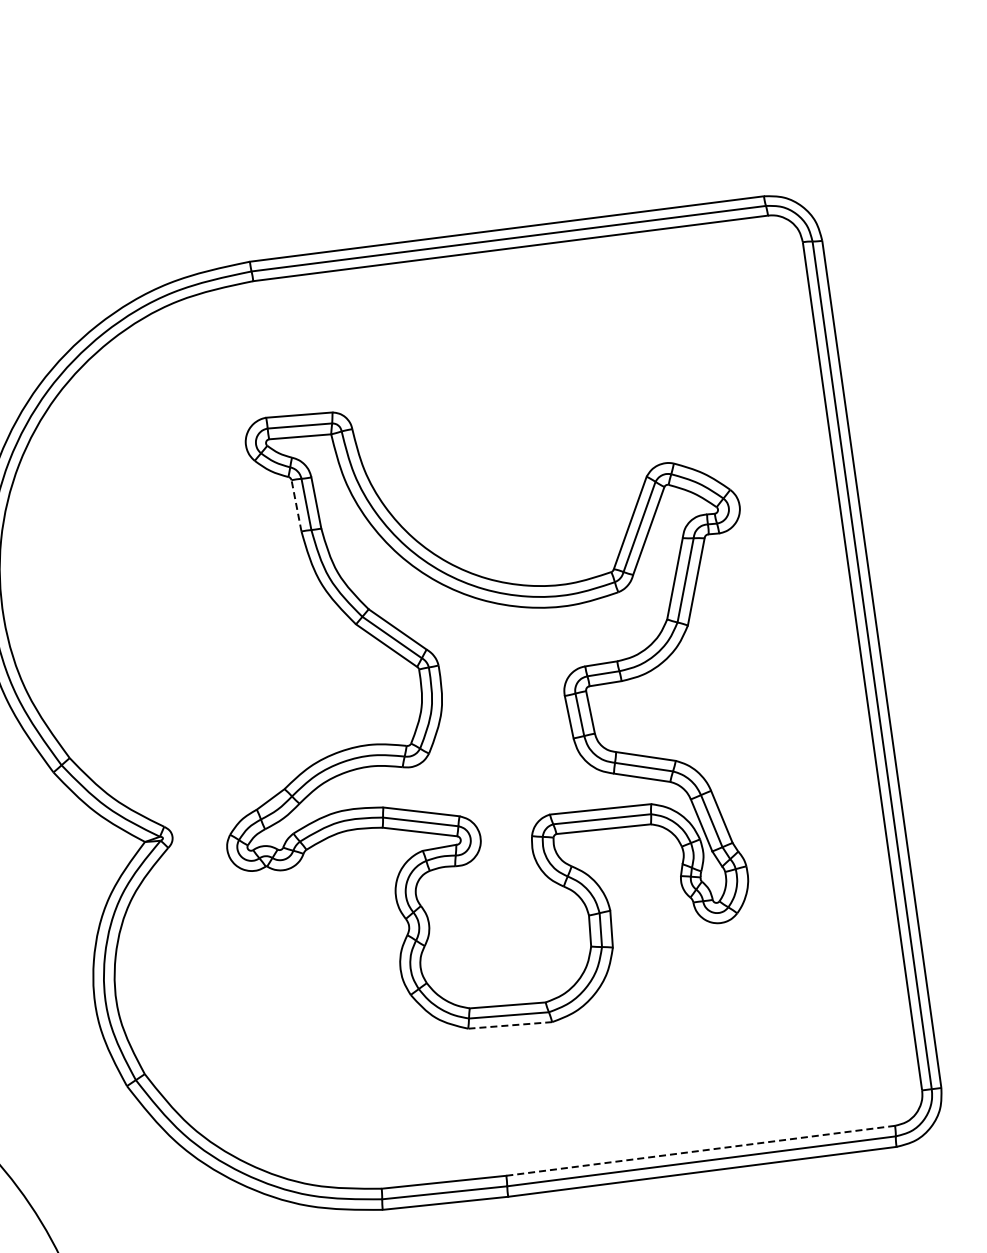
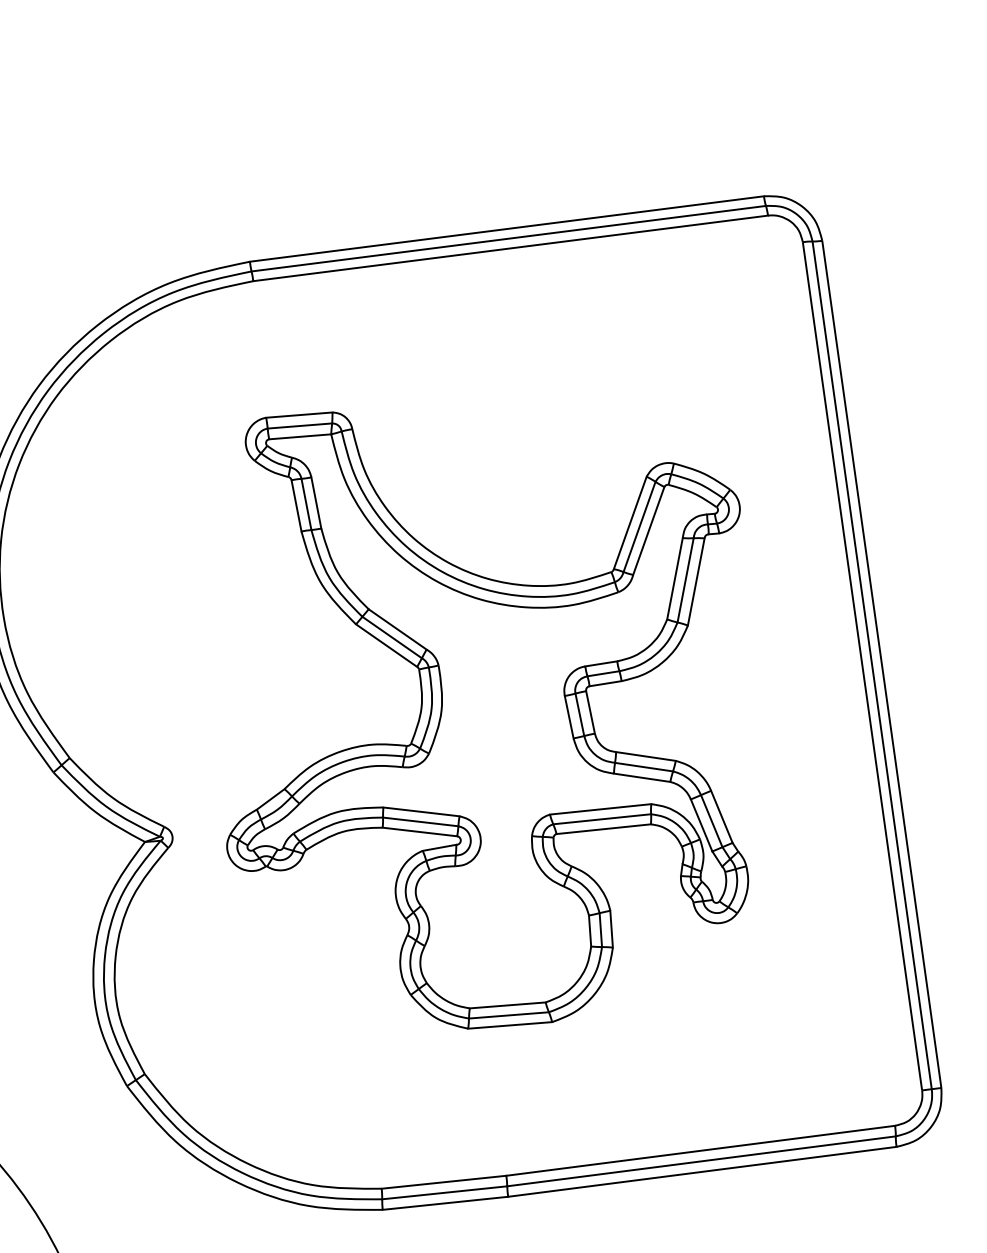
line at (296, 505): dashed -> solid
line at (509, 1025): dashed -> solid
line at (700, 1150): dashed -> solid
